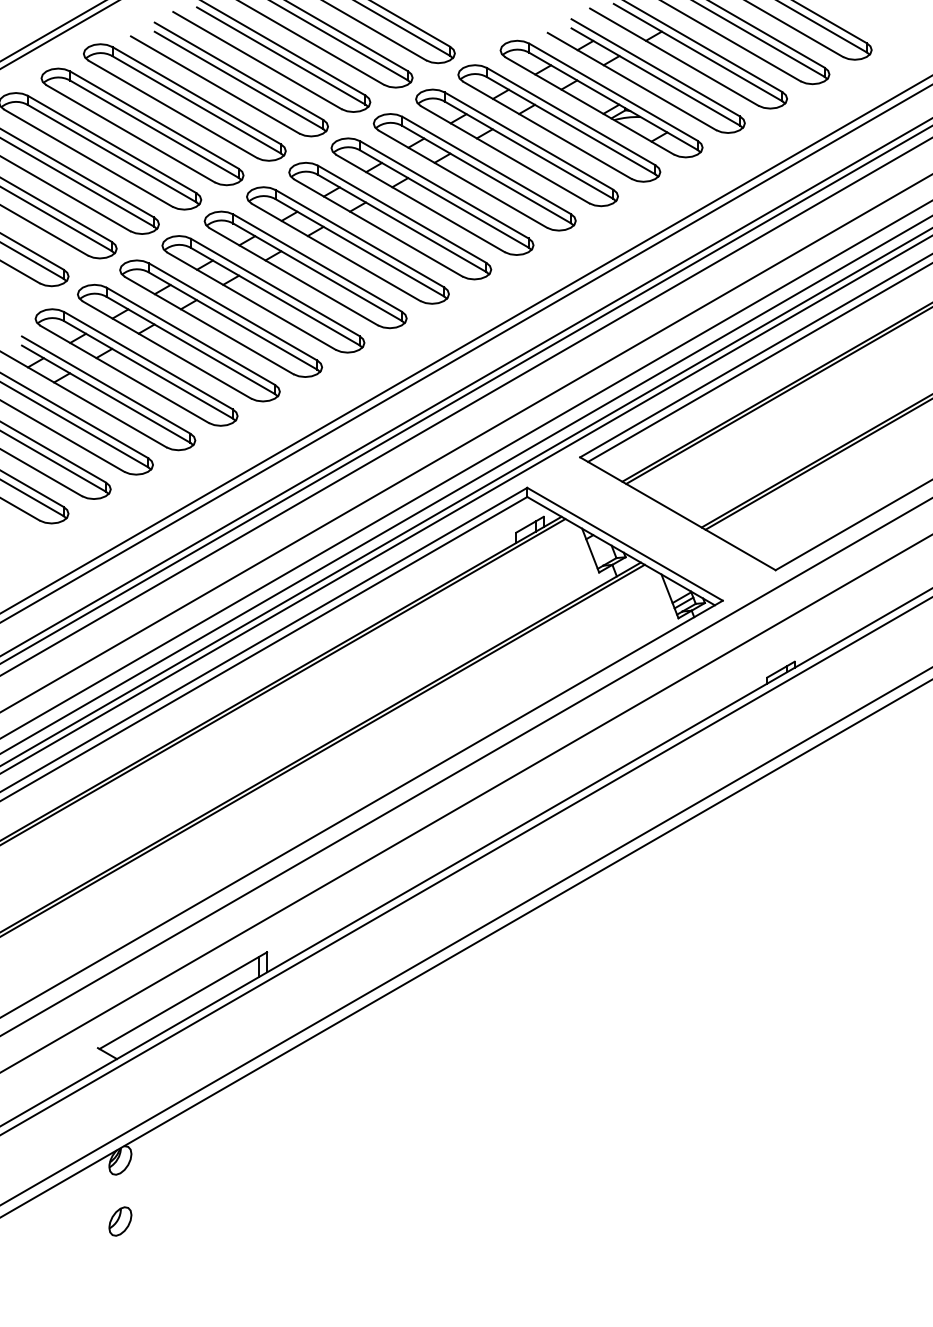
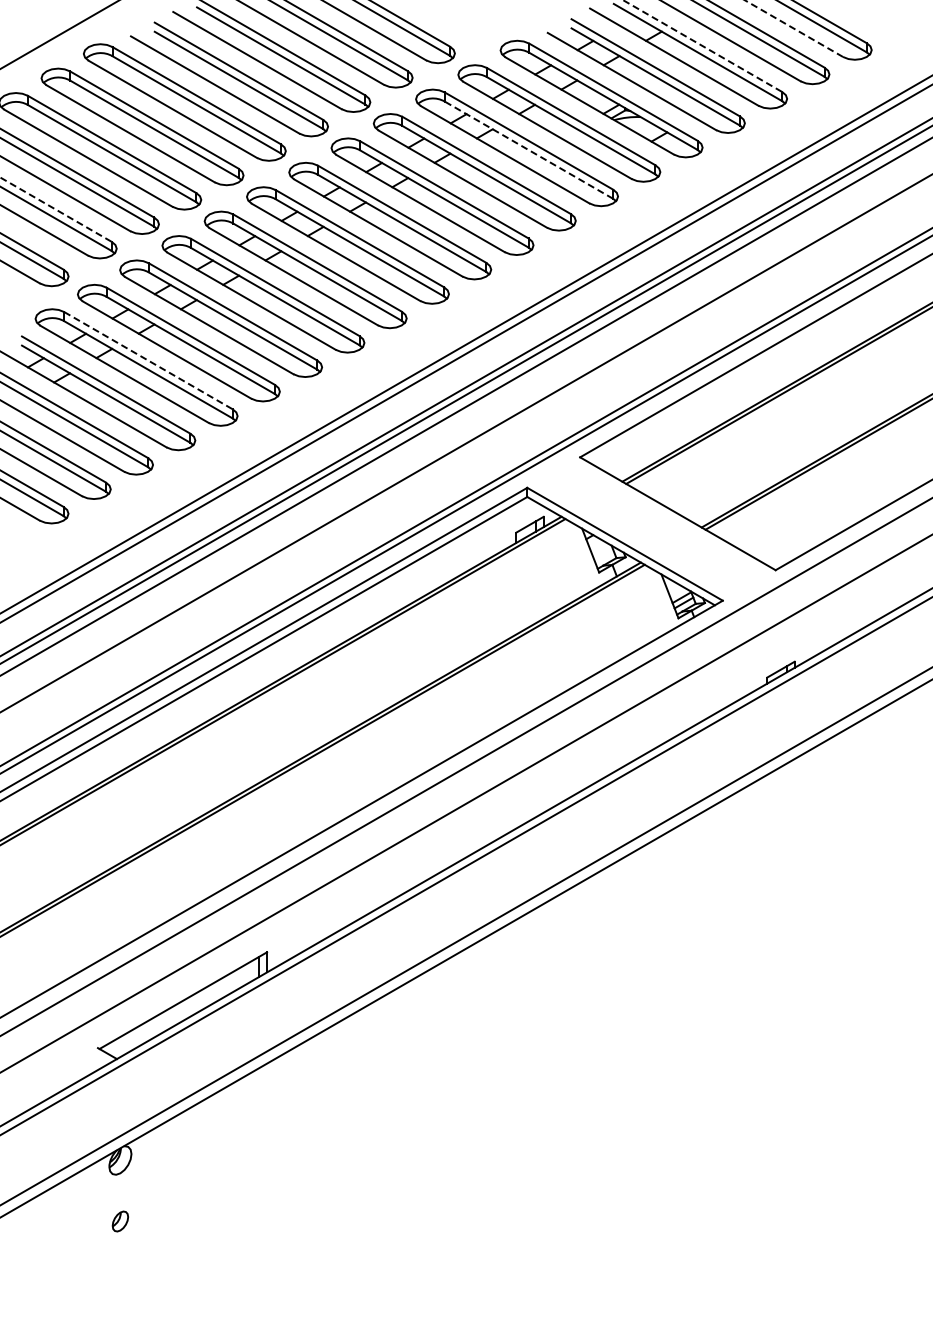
line at (793, 28): solid -> dashed
line at (52, 31): present -> none
line at (702, 46): solid -> dashed
line at (528, 149): solid -> dashed
line at (56, 209): solid -> dashed
line at (148, 360): solid -> dashed
line at (758, 362): present -> none
line at (465, 469): present -> none
line at (465, 484): present -> none
part at (120, 1221) size: 25x31 px -> 18x23 px
